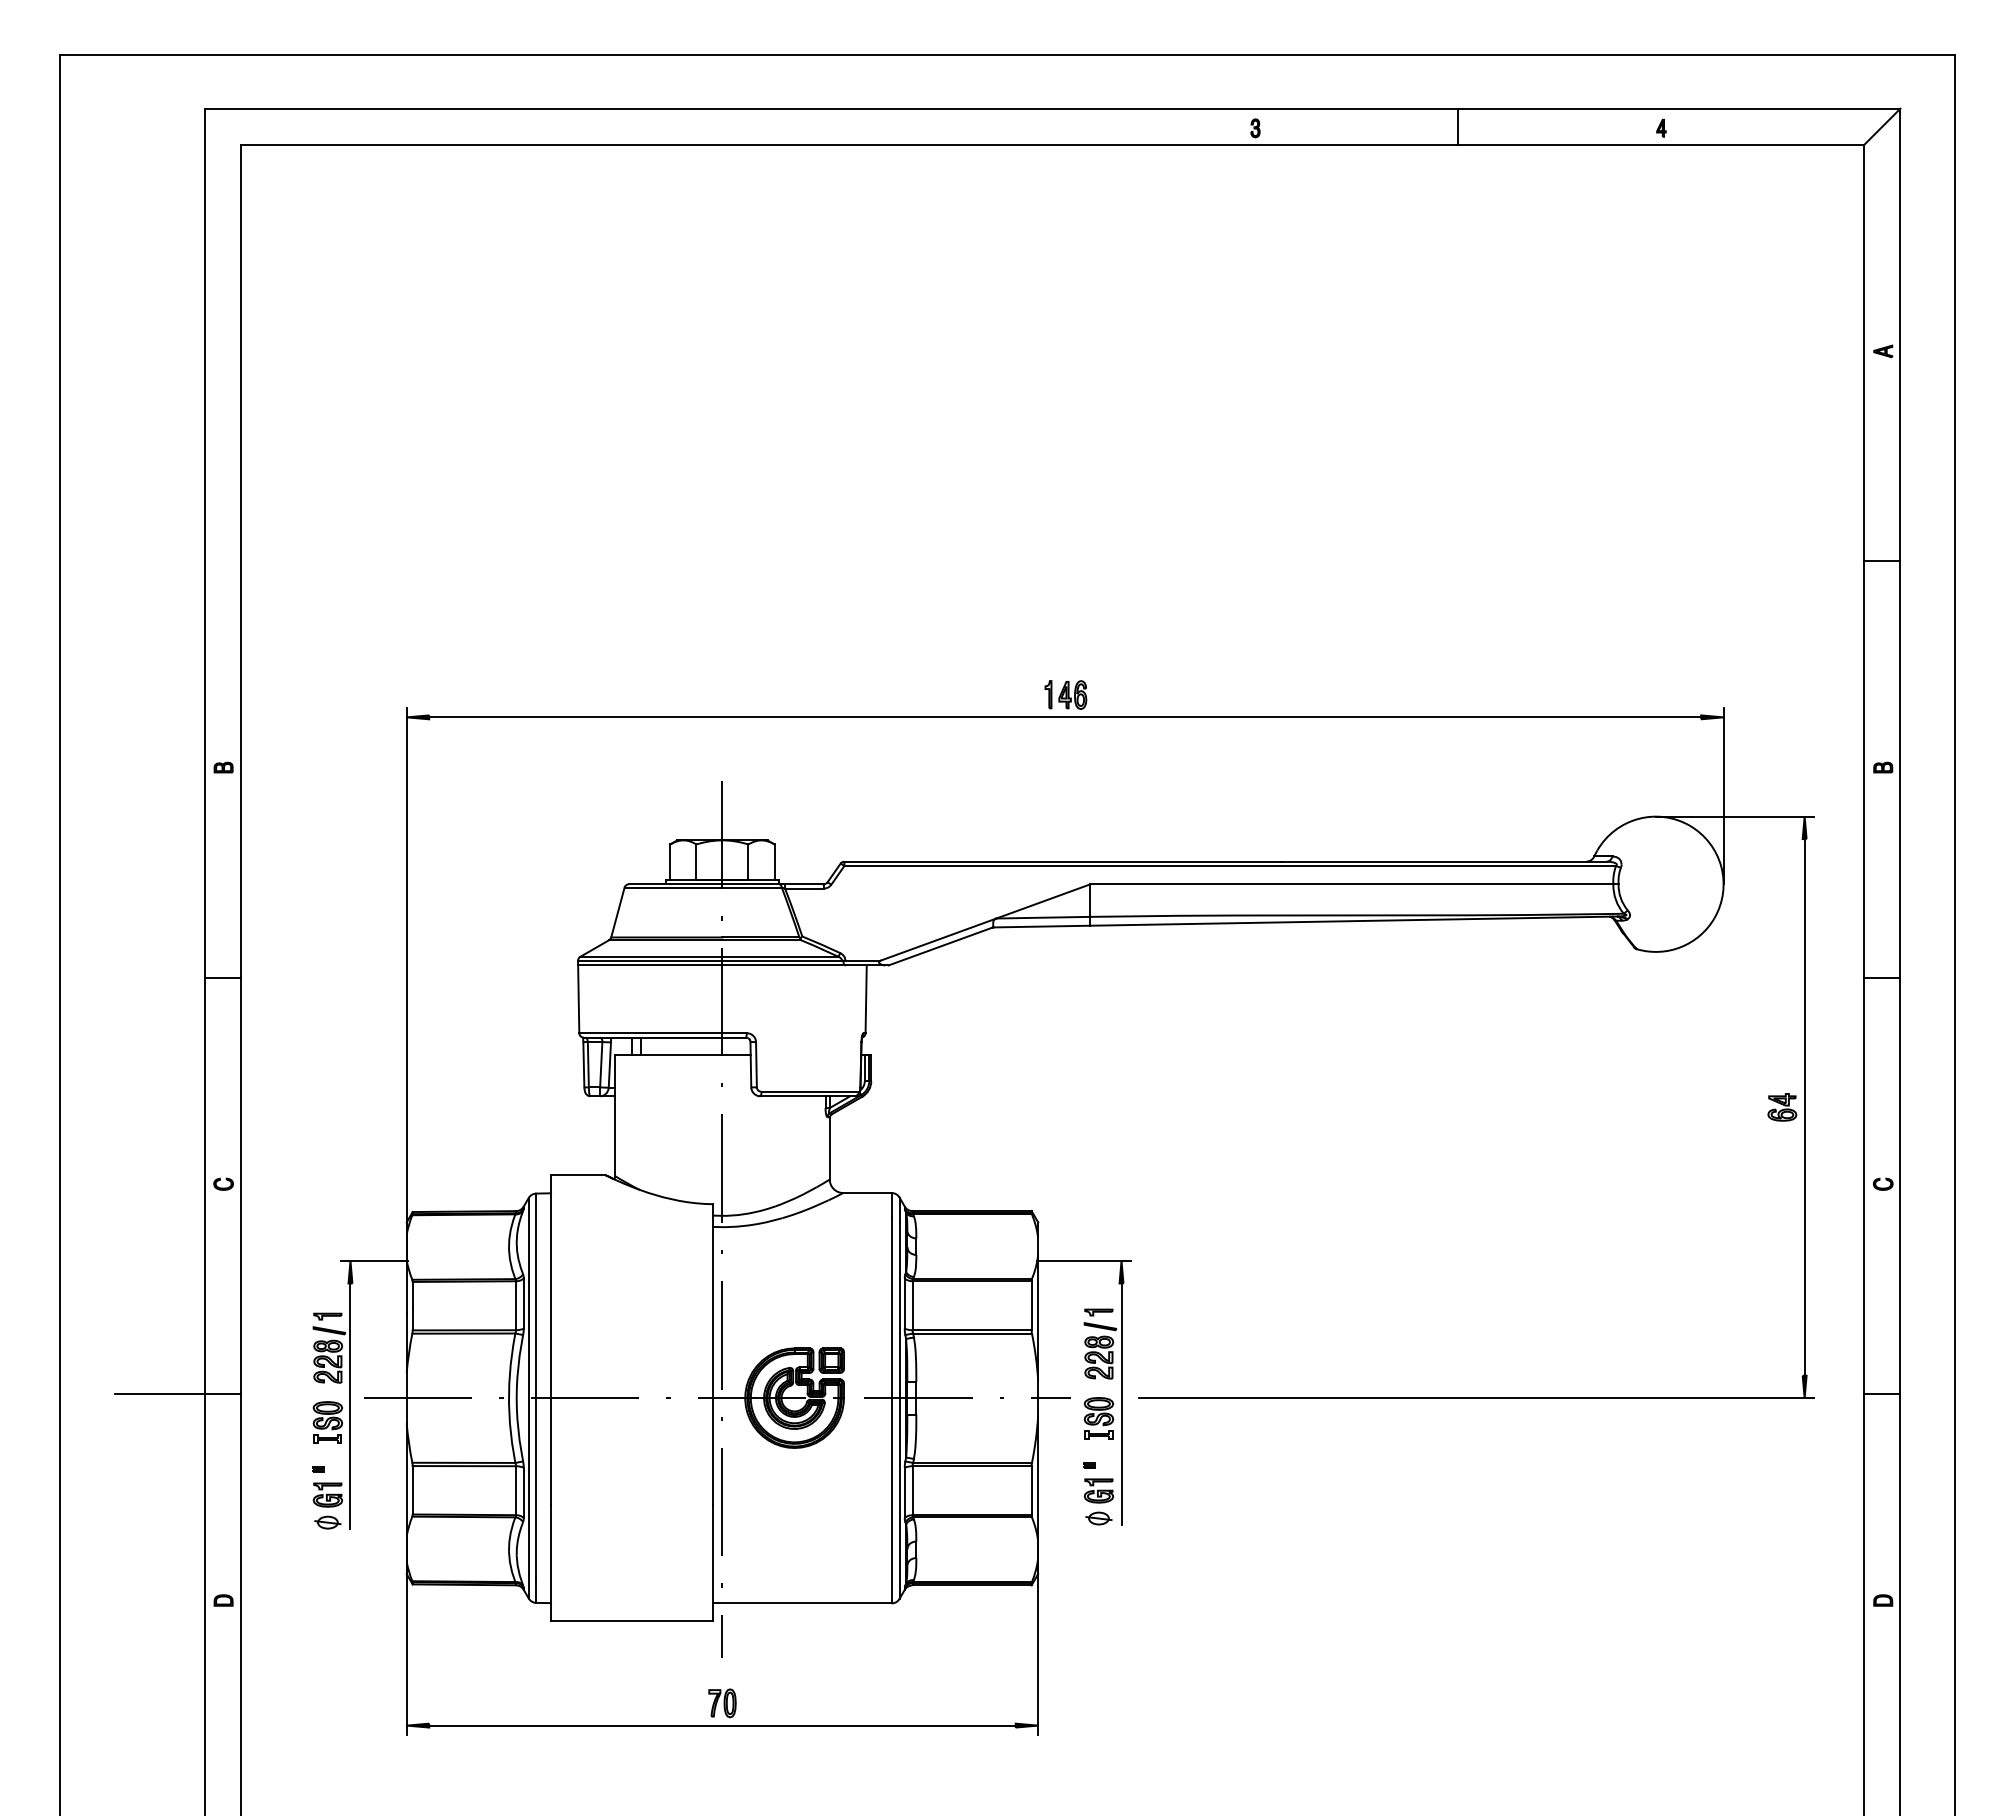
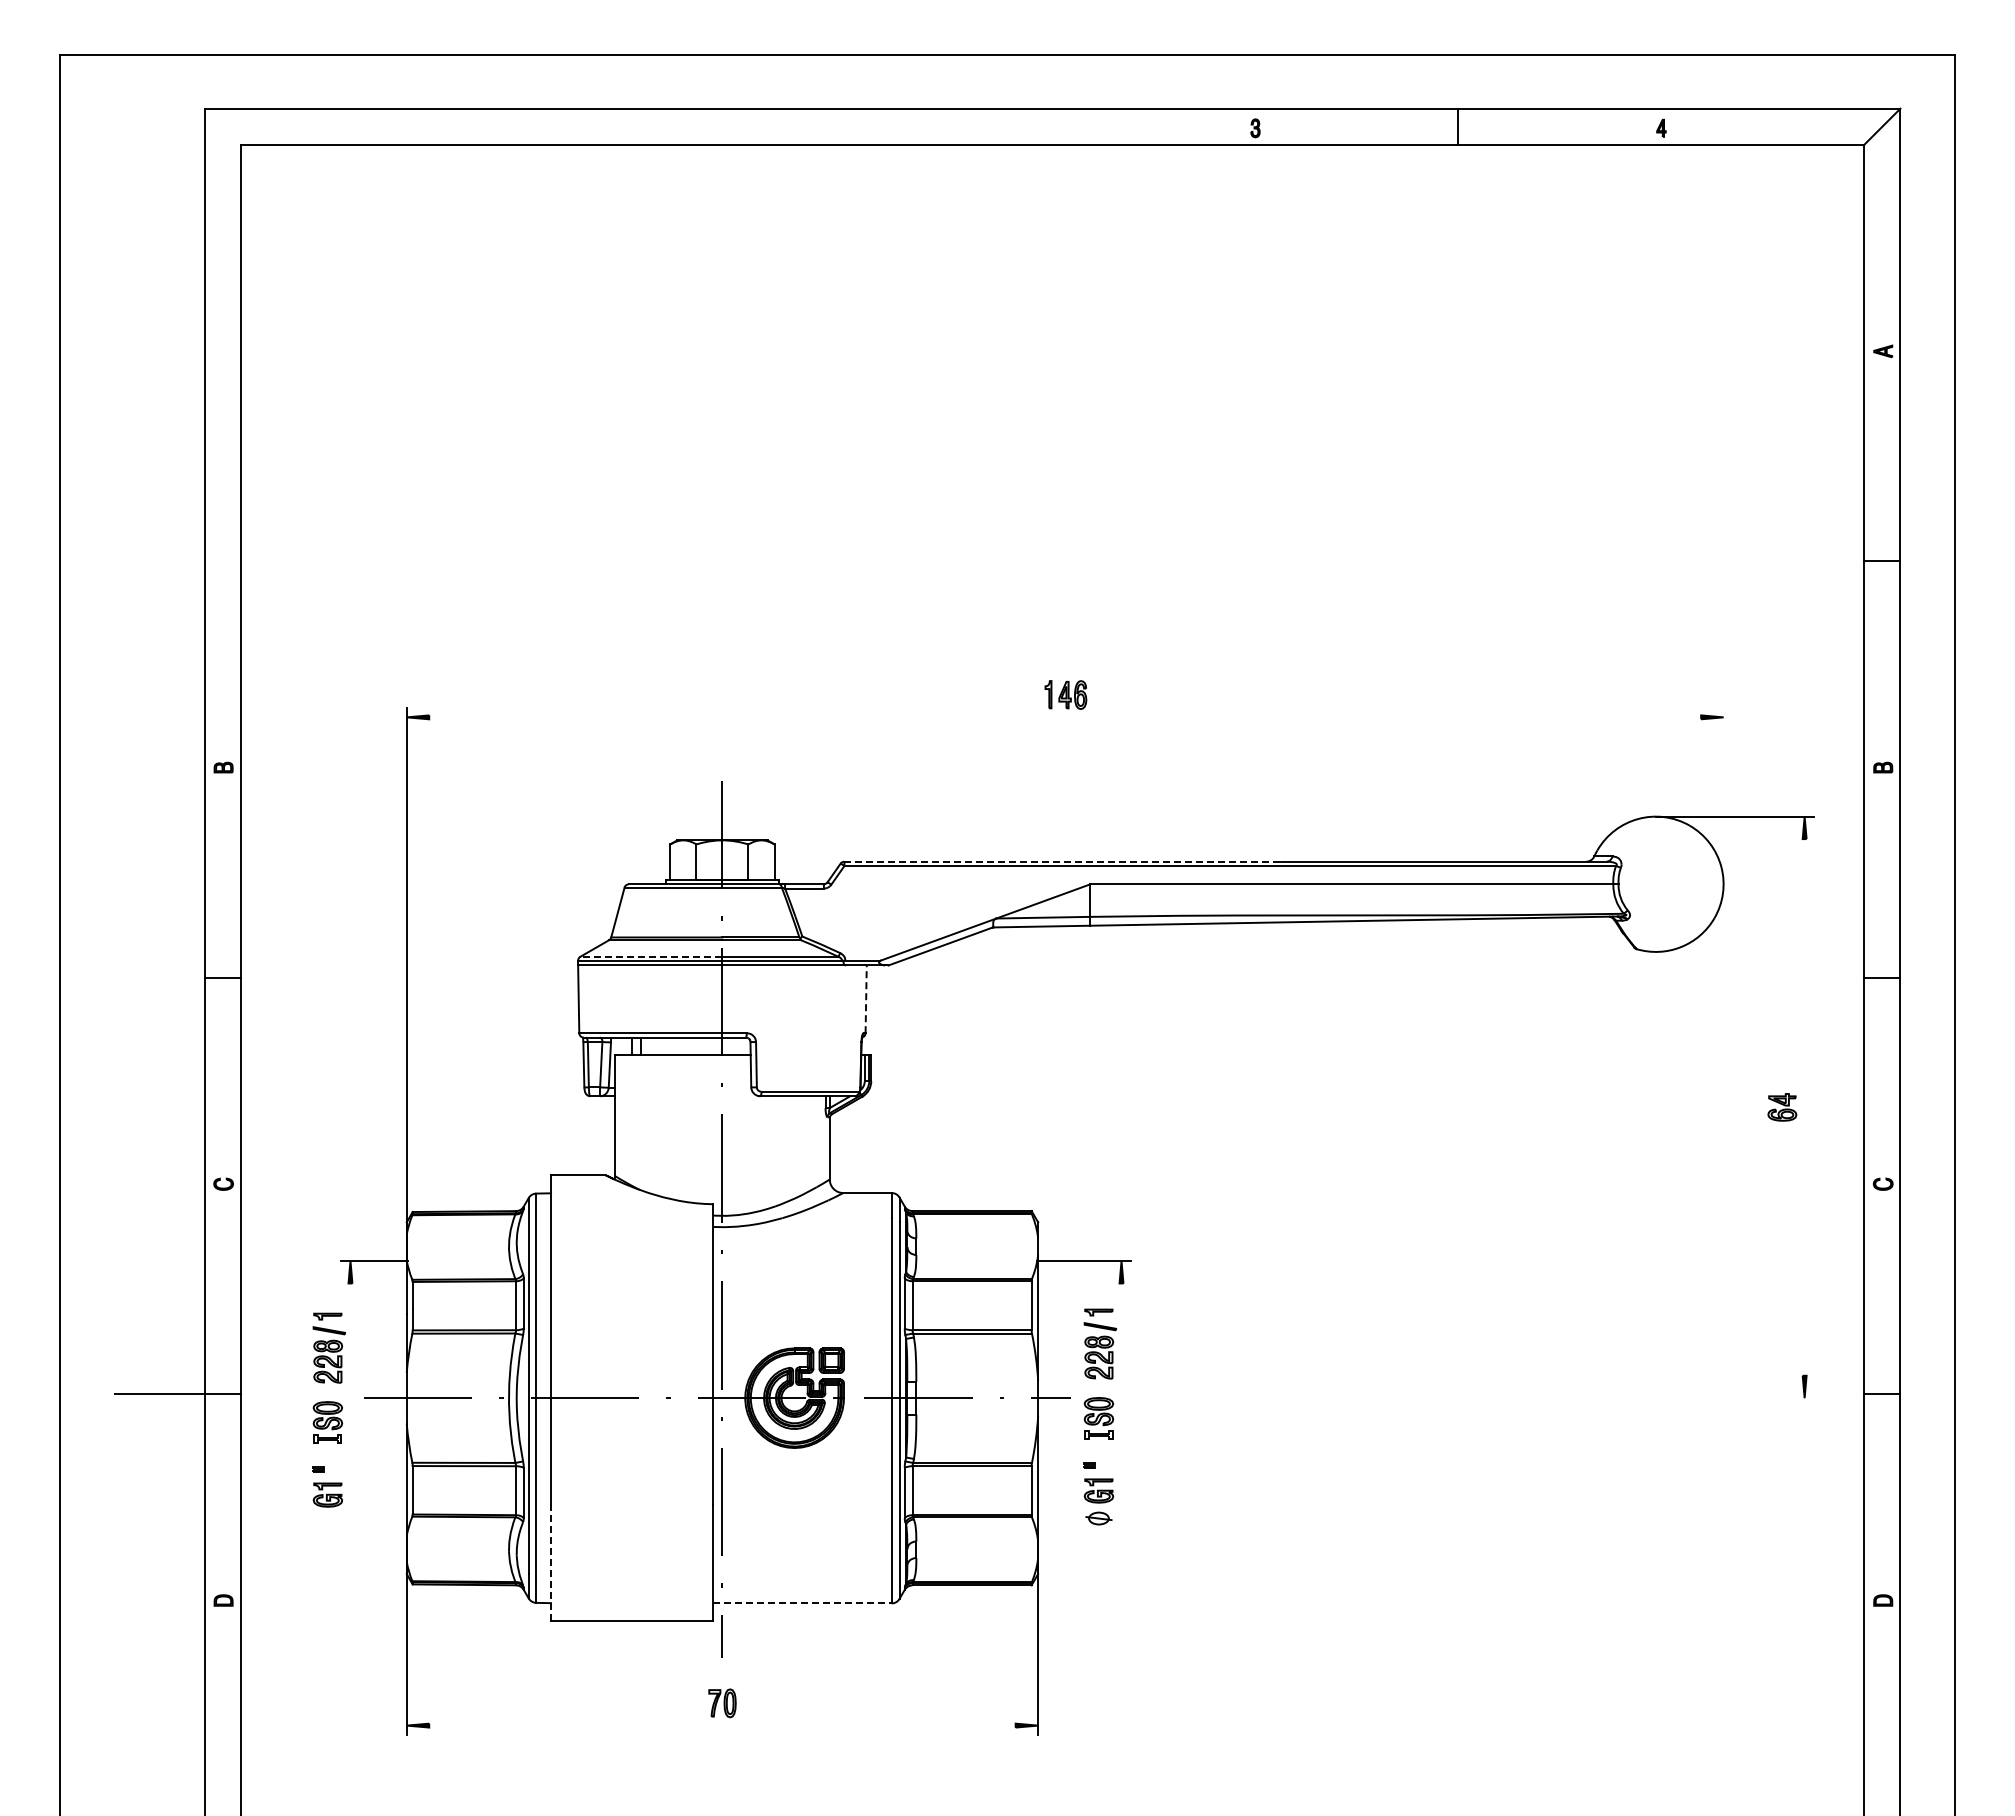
line at (1065, 717): present -> none
line at (1723, 796): present -> none
line at (1063, 861): solid -> dashed
line at (650, 956): solid -> dashed
line at (866, 999): solid -> dashed
line at (1804, 1107): present -> none
line at (1476, 1398): present -> none
line at (1121, 1403): present -> none
line at (350, 1405): present -> none
part at (327, 1522): present -> none
line at (551, 1562): solid -> dashed
line at (803, 1603): solid -> dashed
line at (722, 1725): present -> none
